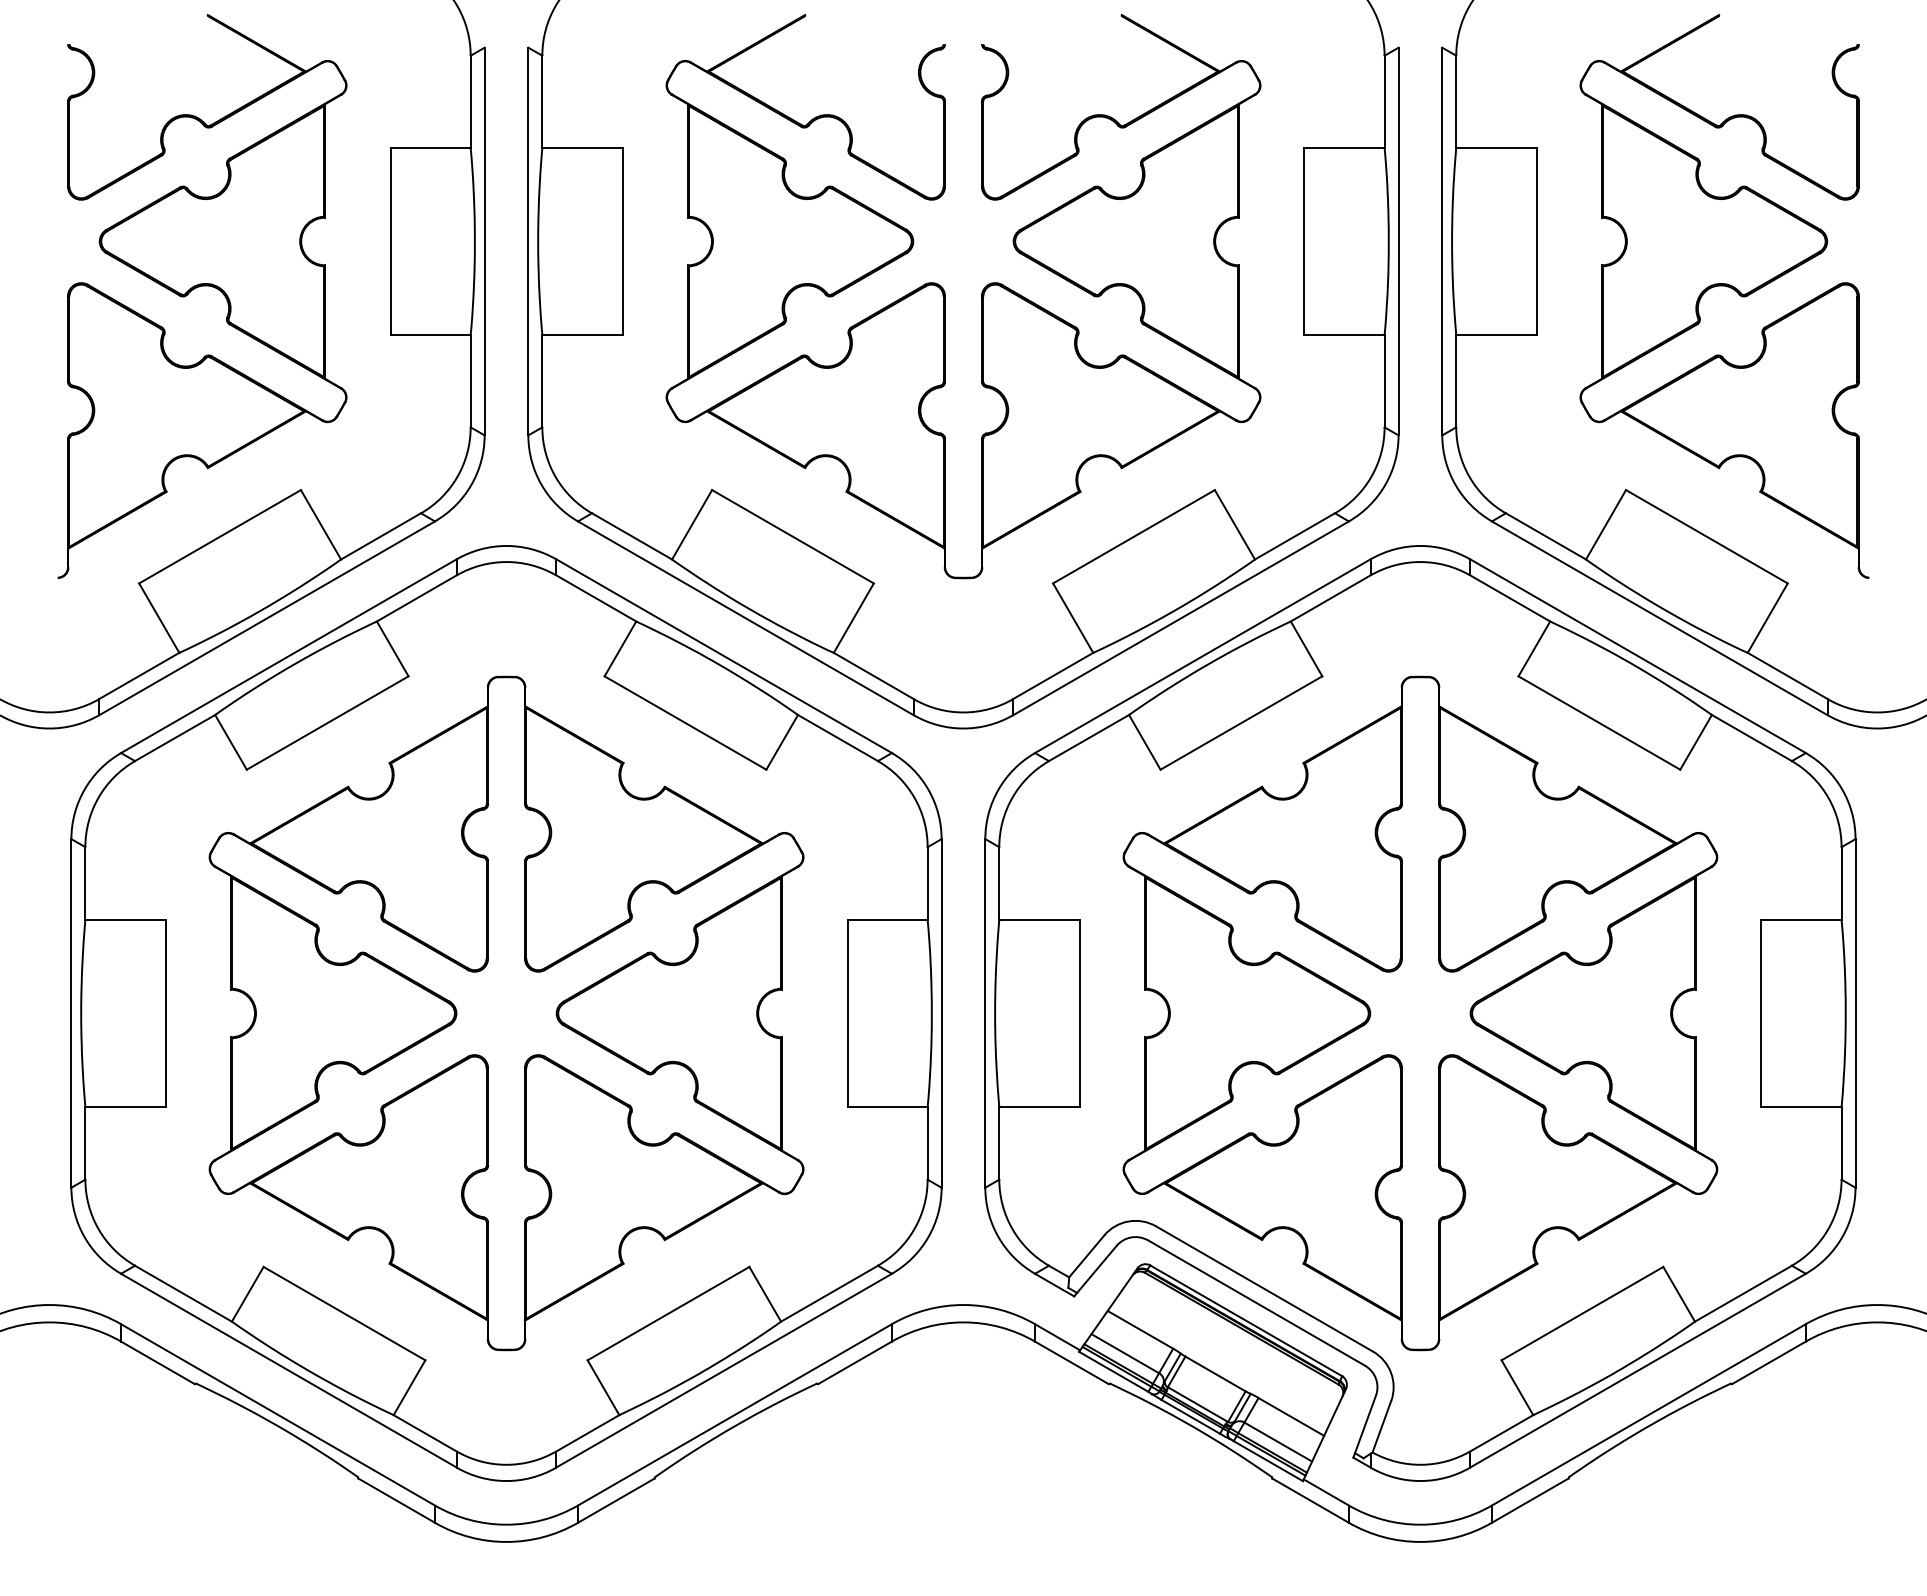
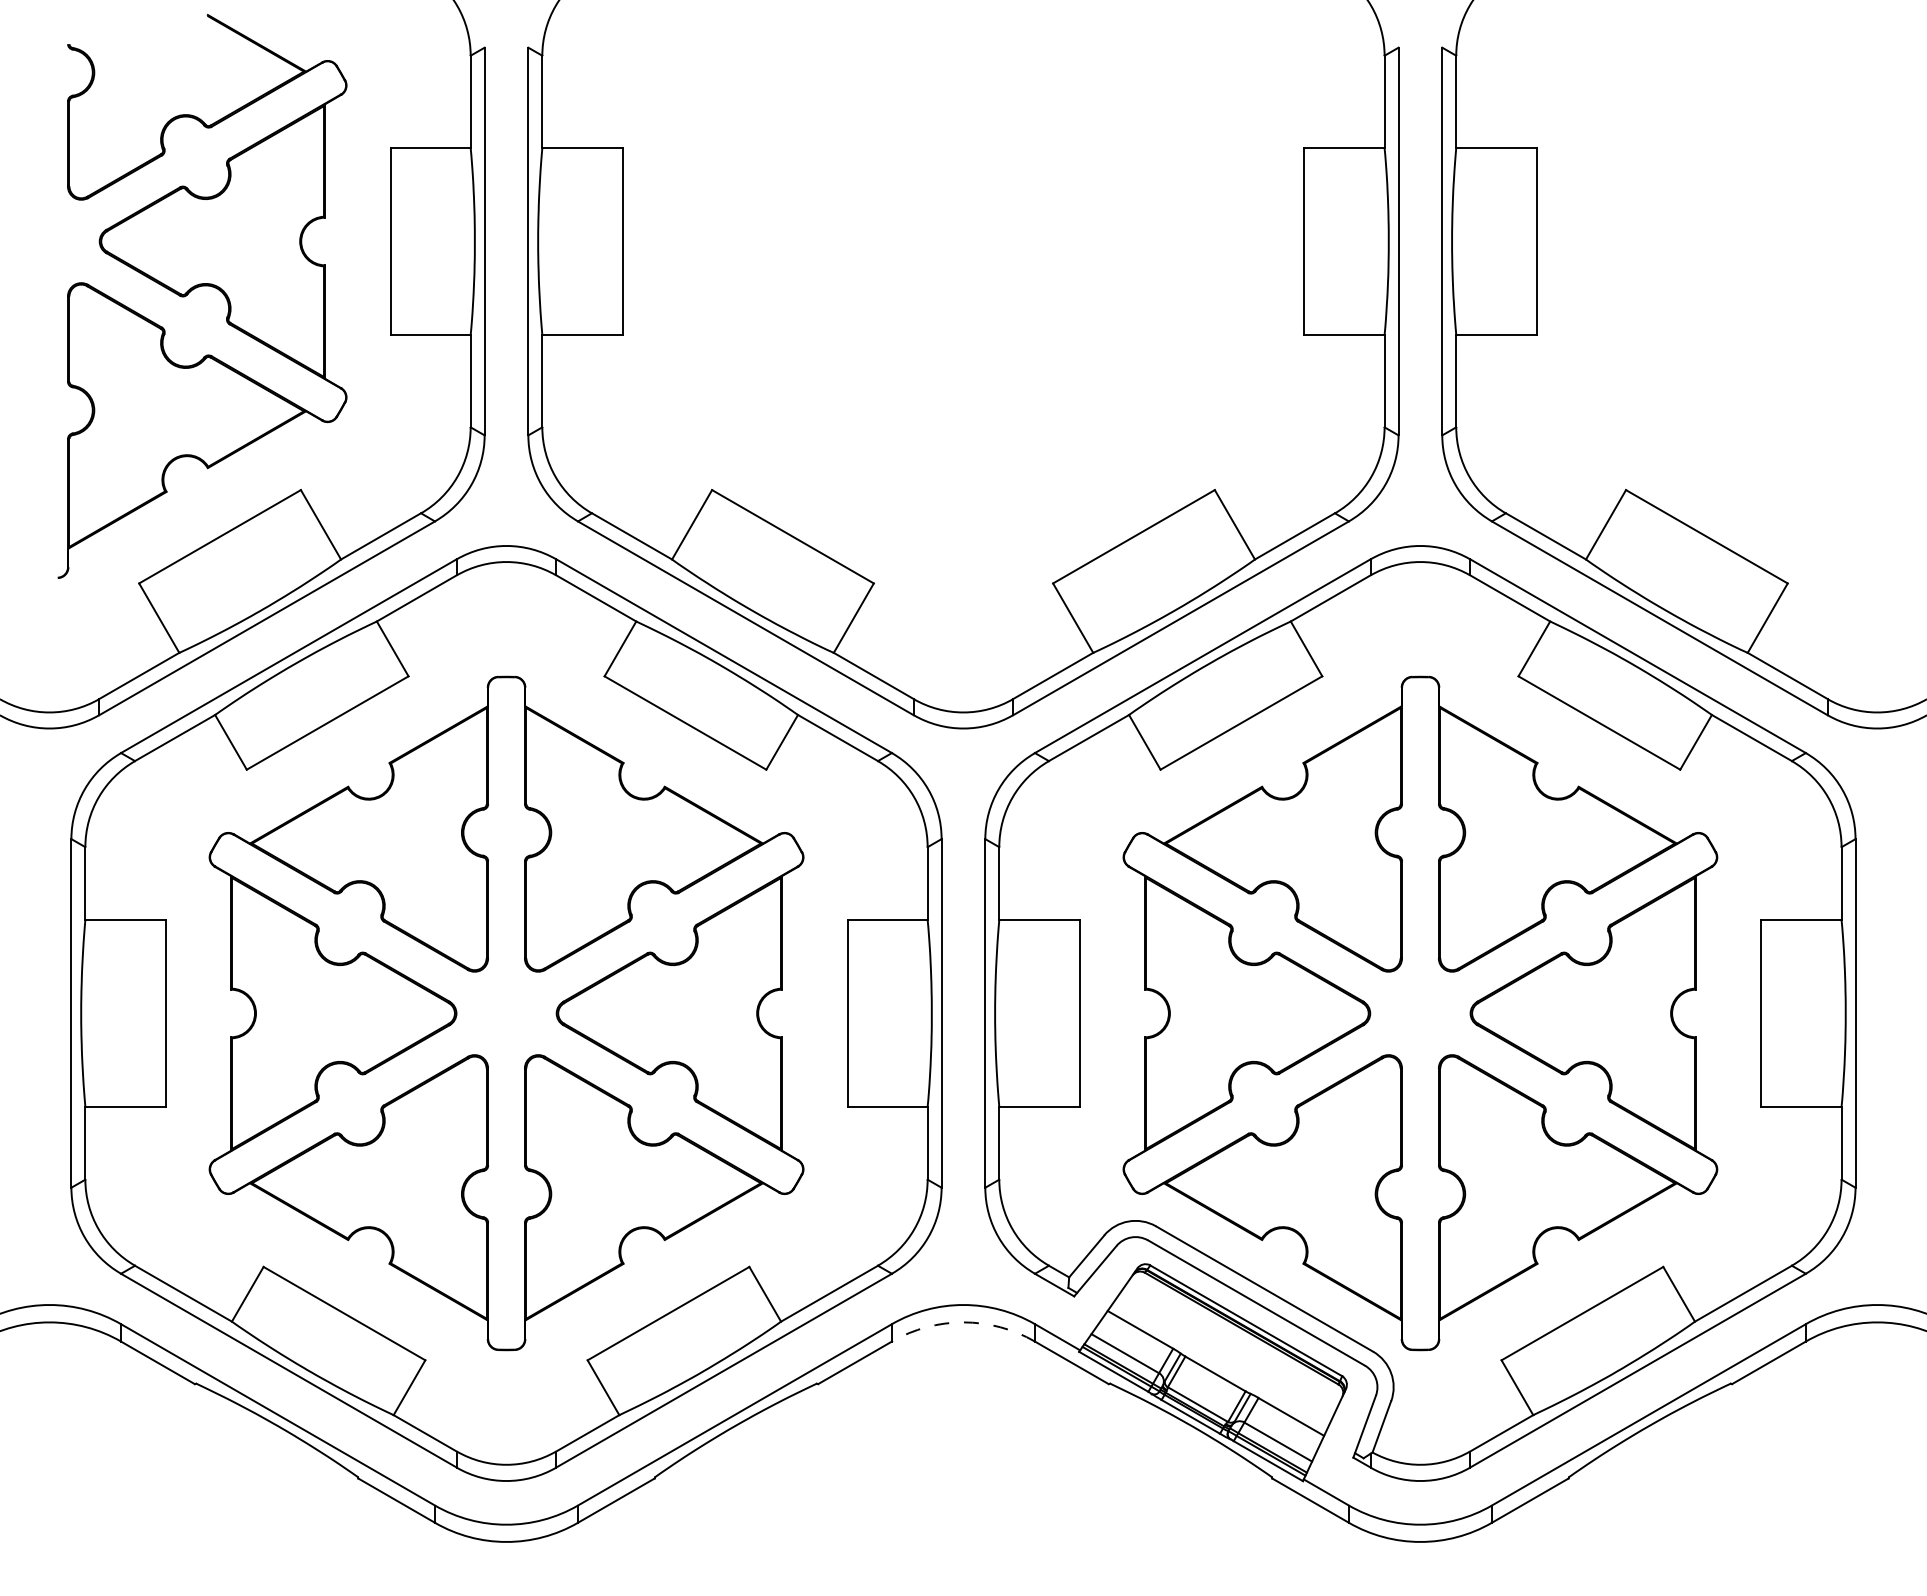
part at (1727, 287): present -> none
part at (945, 296): present -> none
arc at (963, 1322): solid -> dashed
